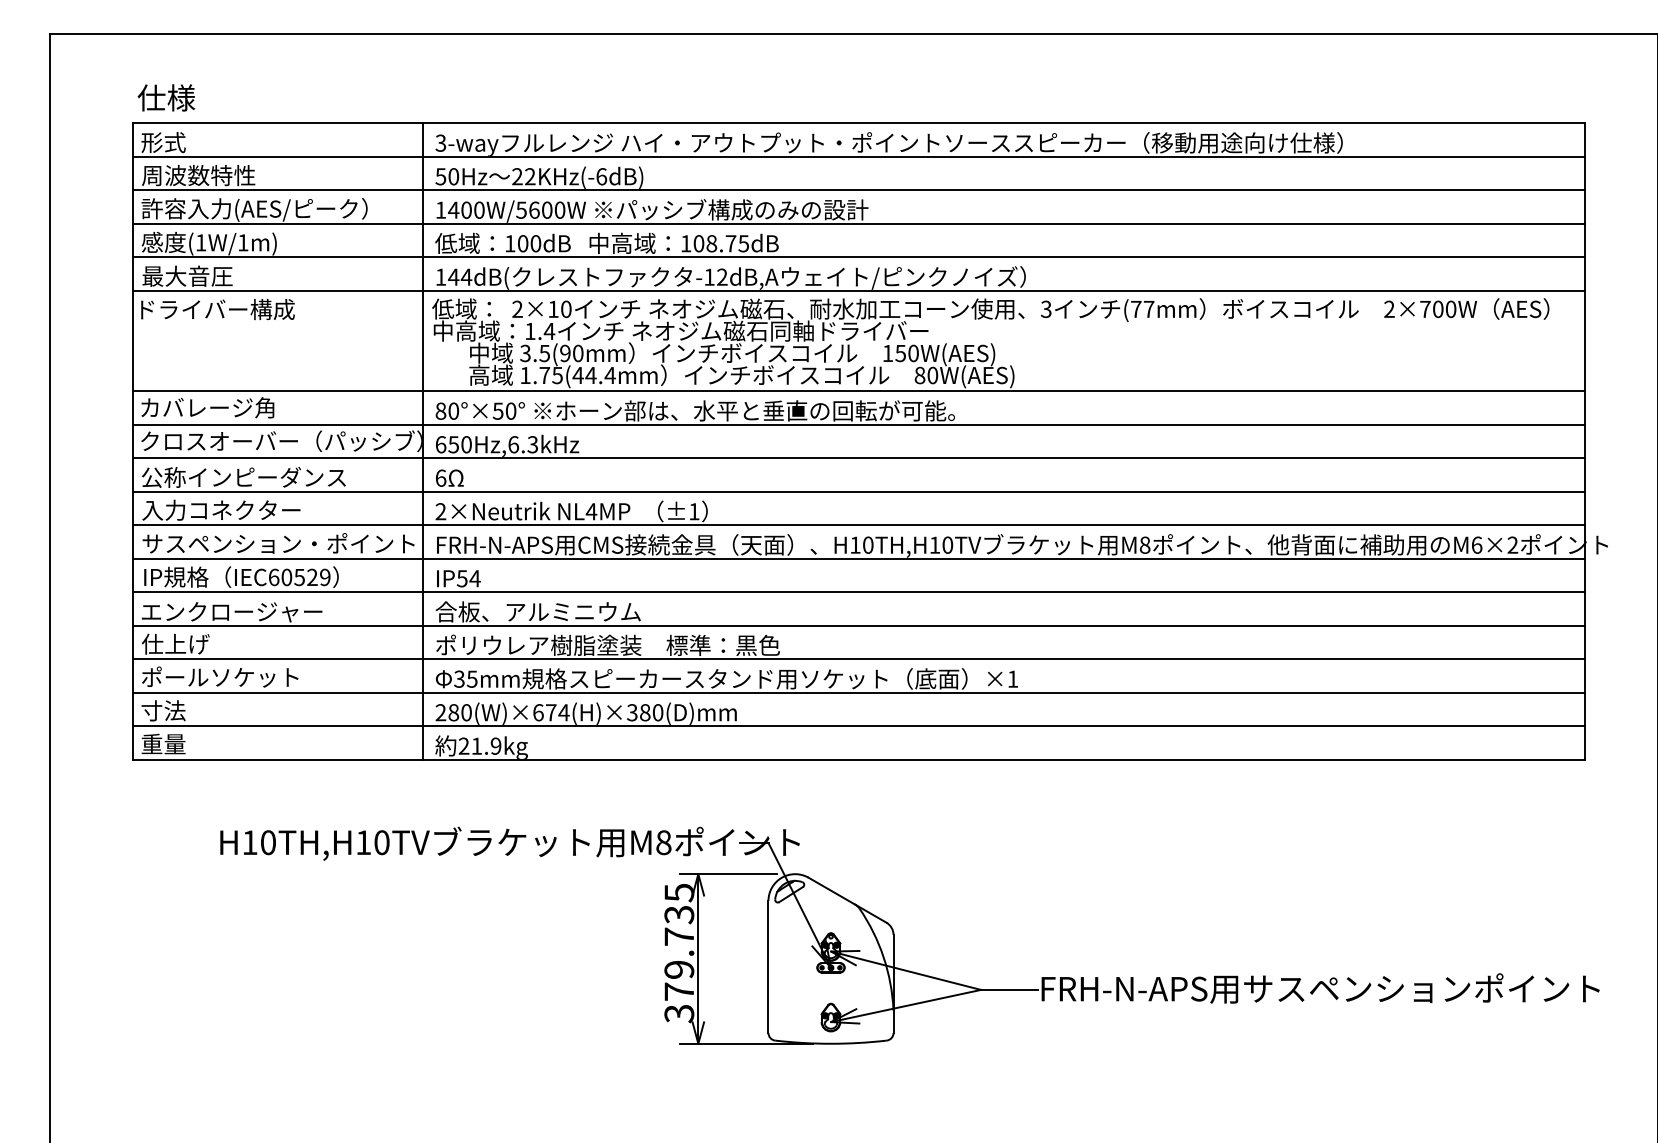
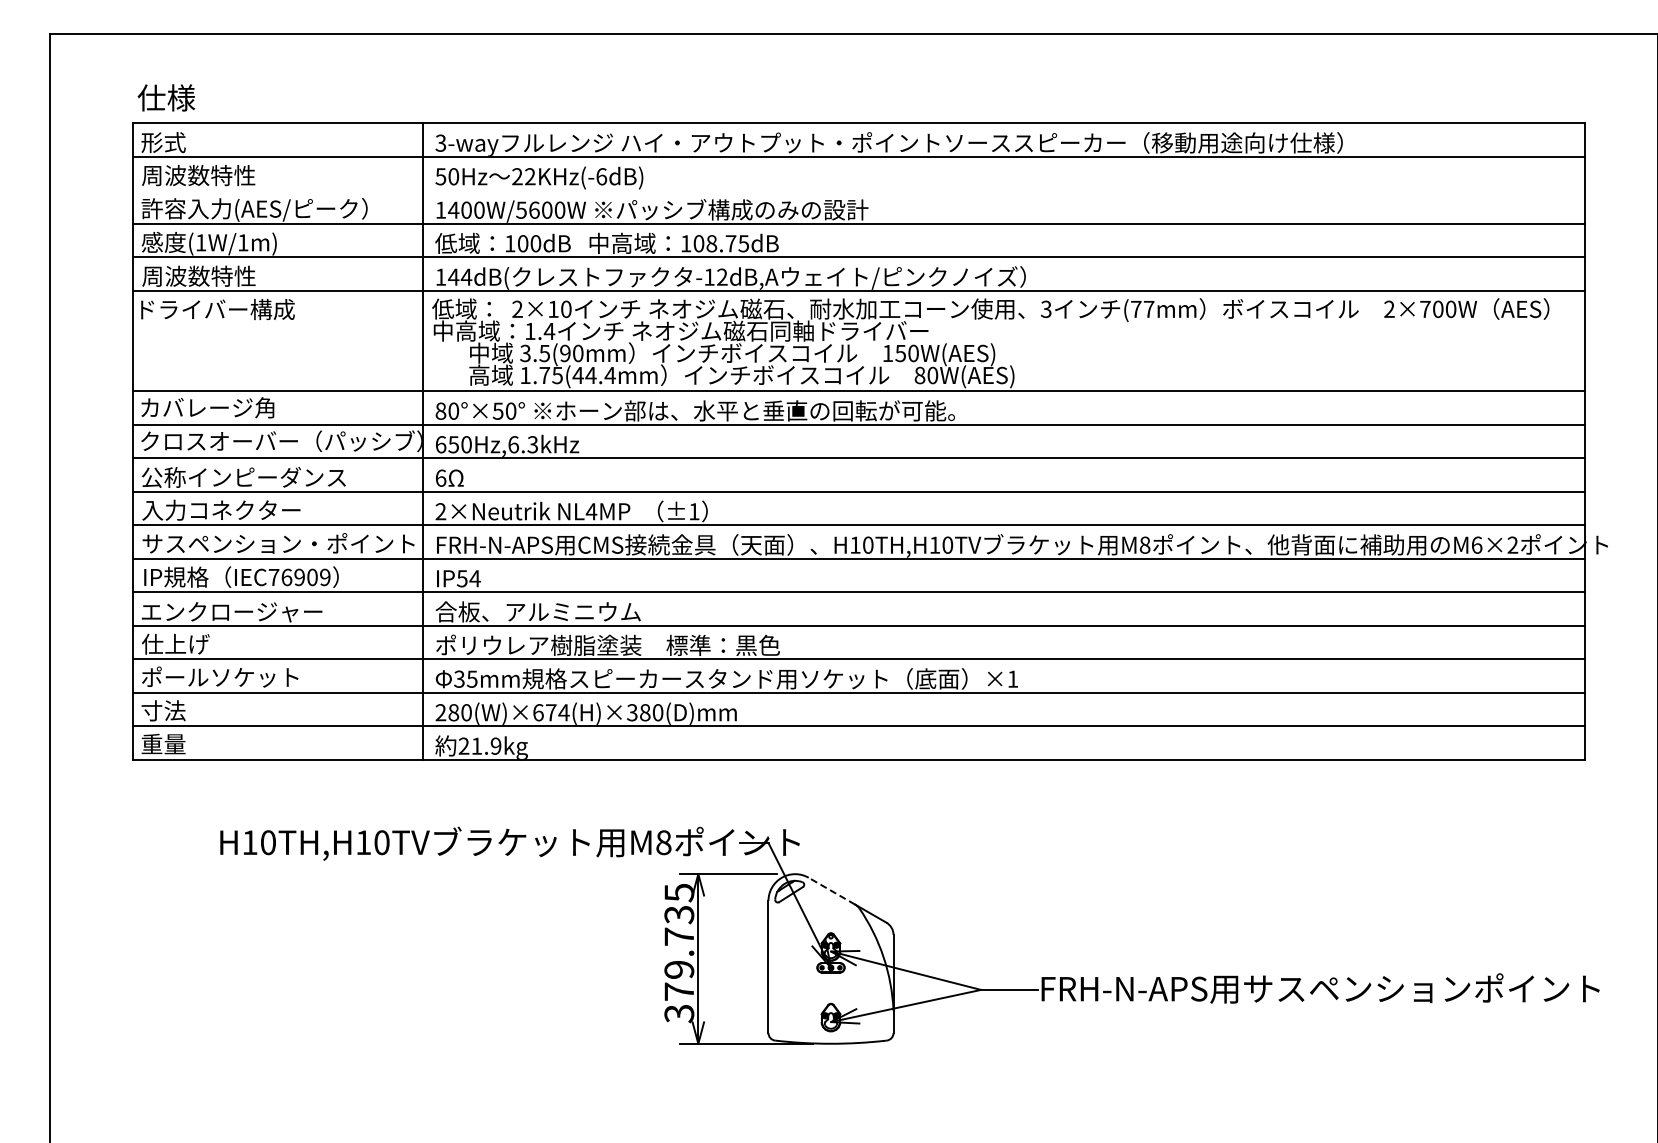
line at (858, 190): present -> none
text at (198, 275): 最大音圧 -> 周波数特性
text at (292, 577): IEC60529 -> IEC76909
line at (831, 891): solid -> dashed
